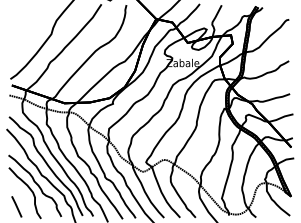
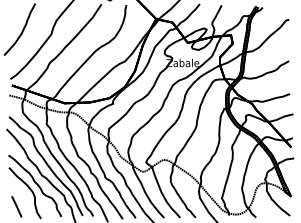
curve at (21, 31): none -> present
